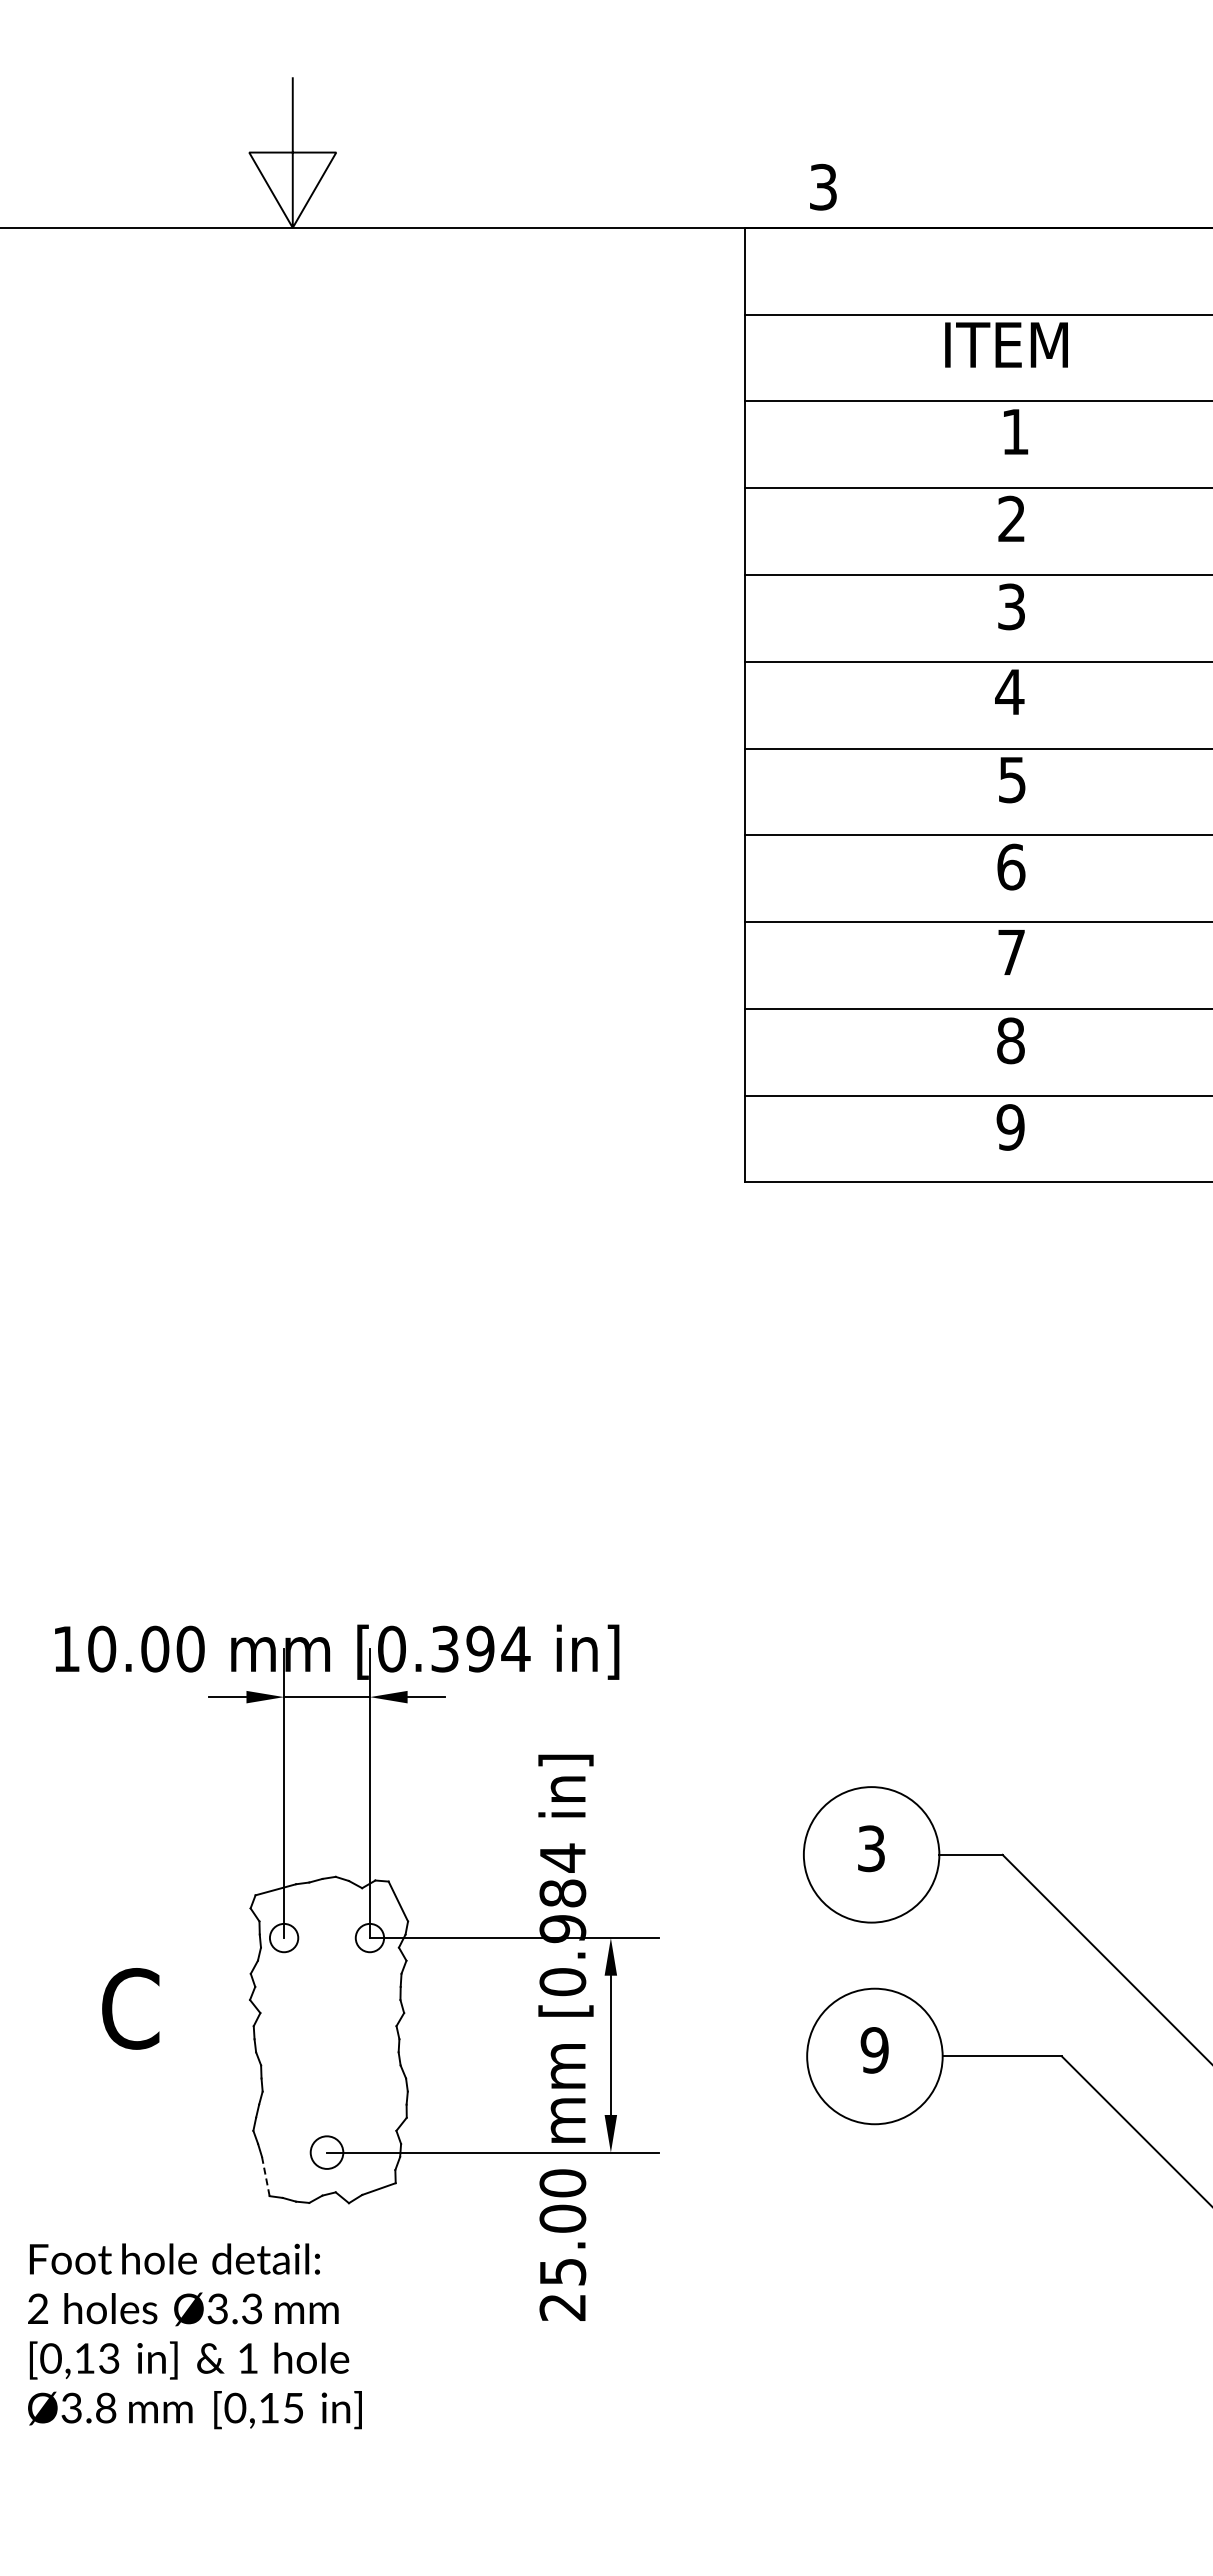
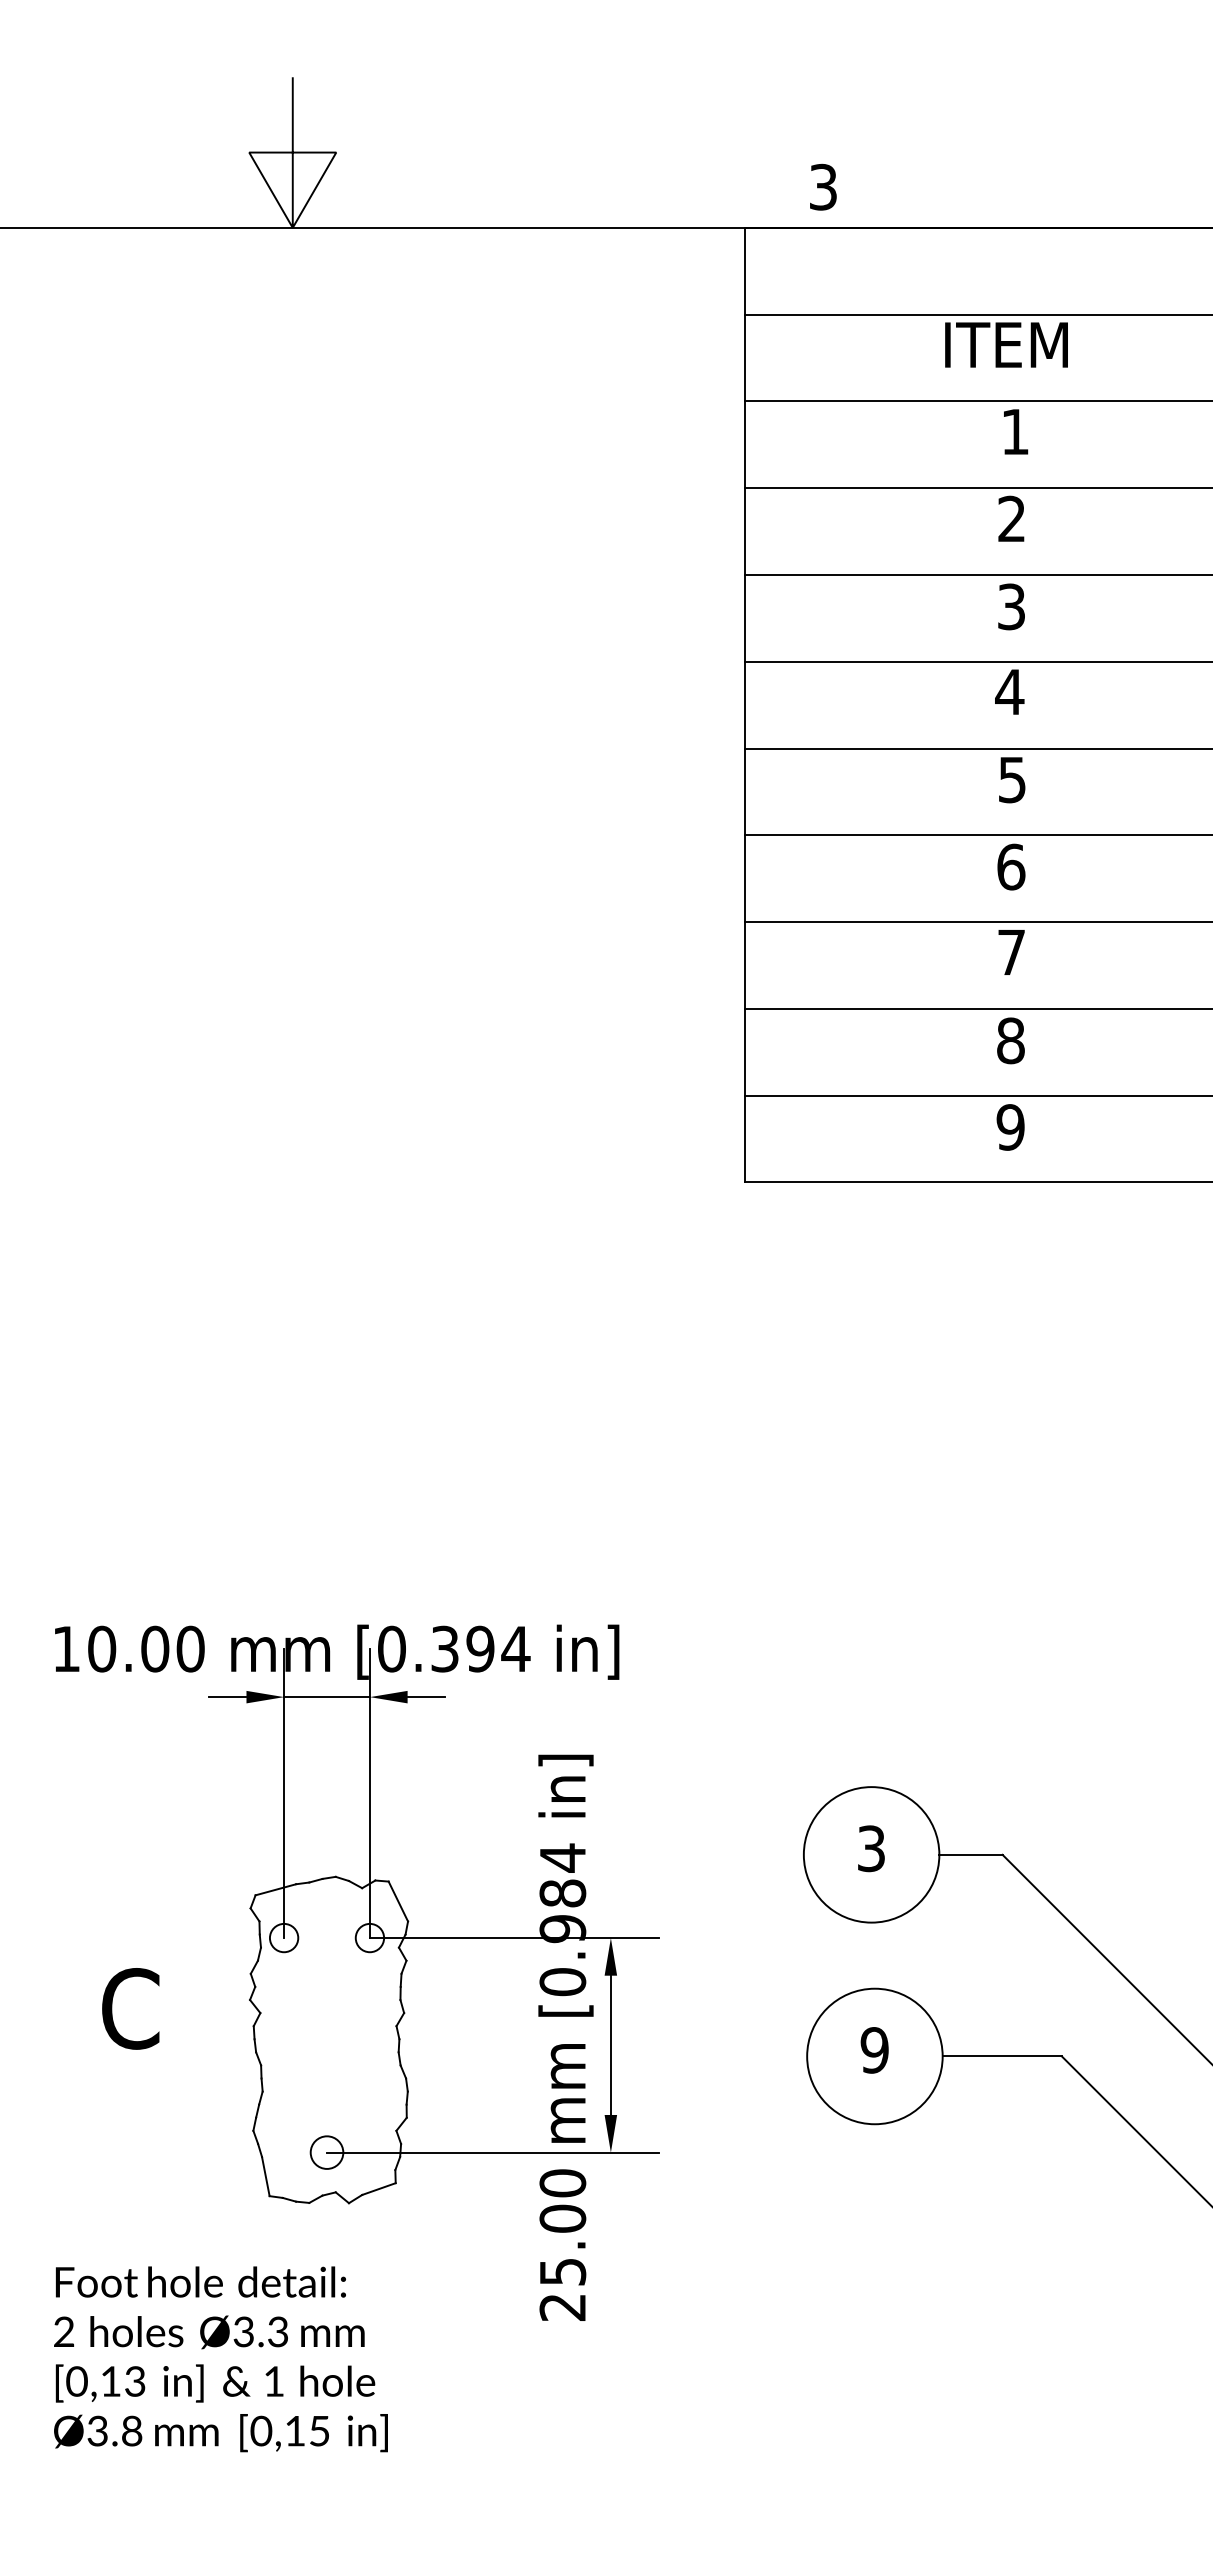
line at (265, 2176): dashed -> solid
text at (194, 2336) position: (194, 2336) -> (220, 2359)
